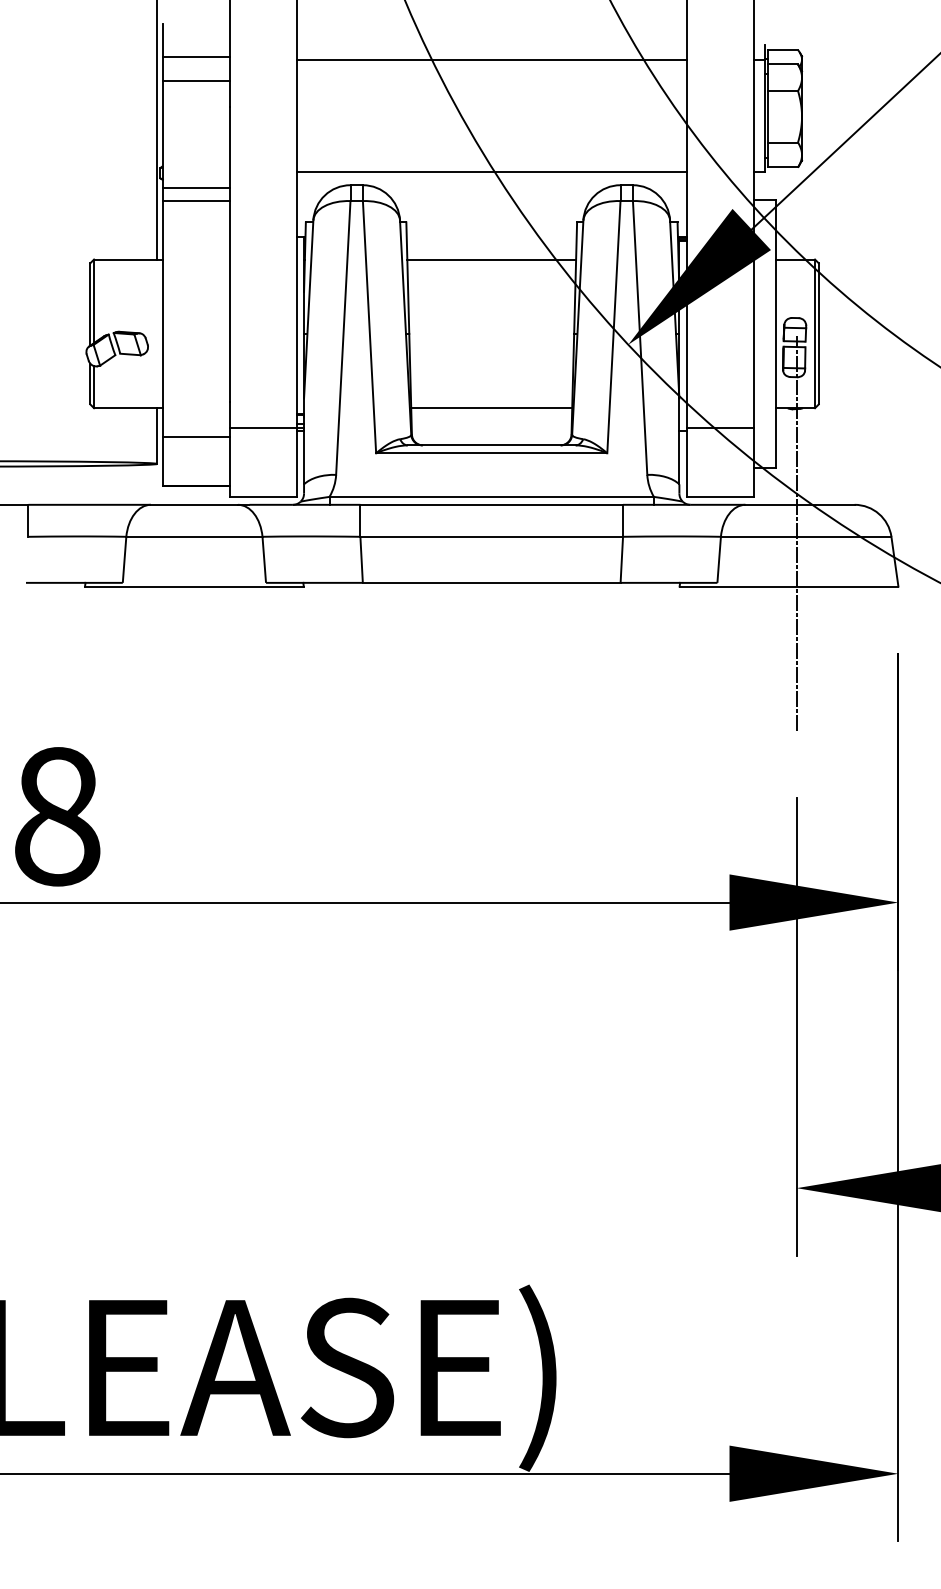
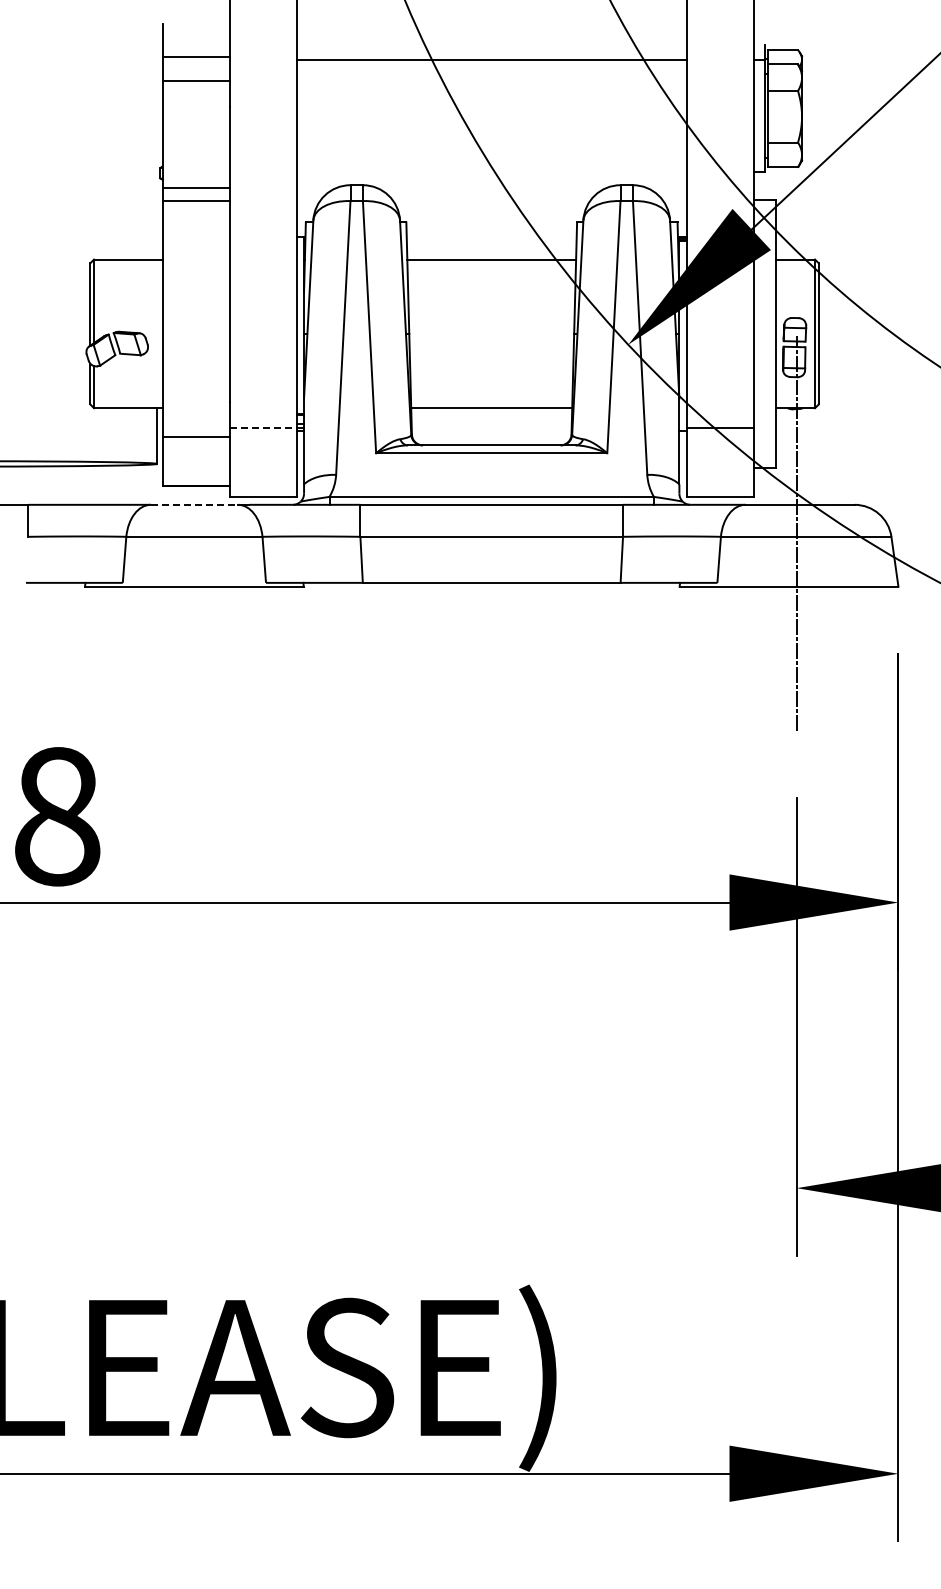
line at (157, 130): present -> none
line at (491, 171): present -> none
line at (263, 428): solid -> dashed
line at (194, 504): solid -> dashed
